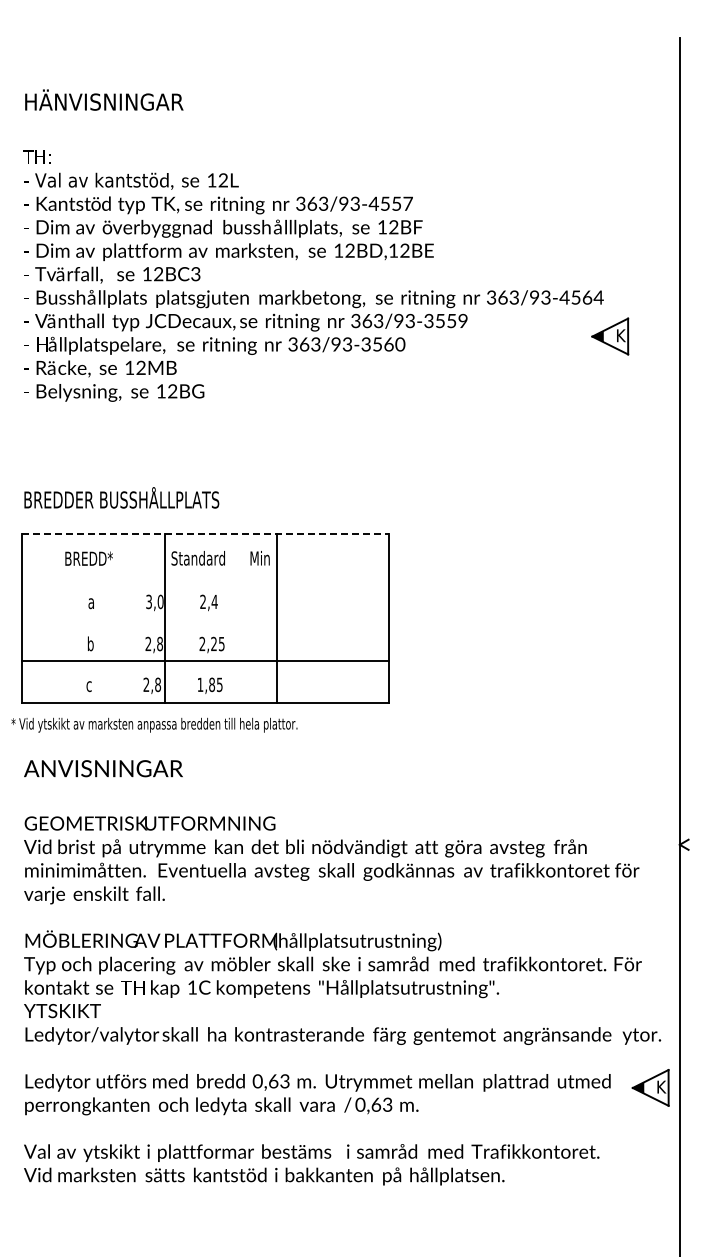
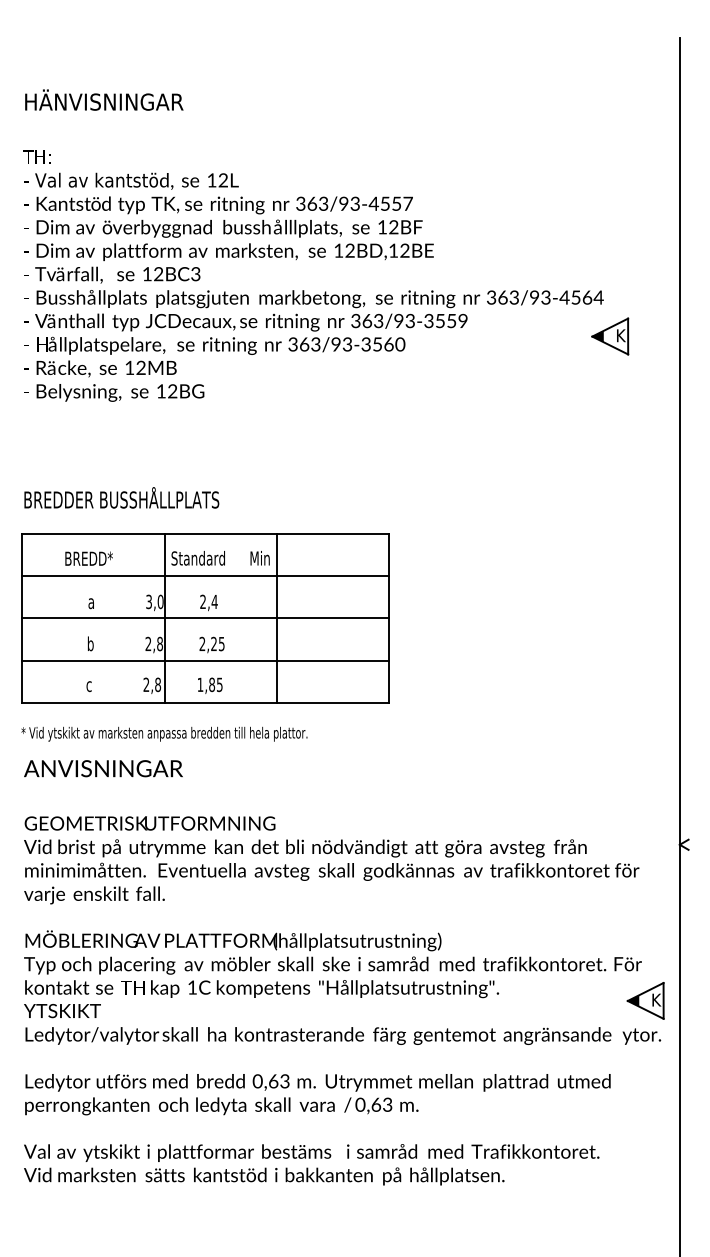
line at (205, 533): dashed -> solid
line at (204, 576): none -> present
line at (204, 618): none -> present
text at (154, 724) position: (154, 724) -> (164, 733)
part at (650, 1087) position: (650, 1087) -> (645, 1000)
